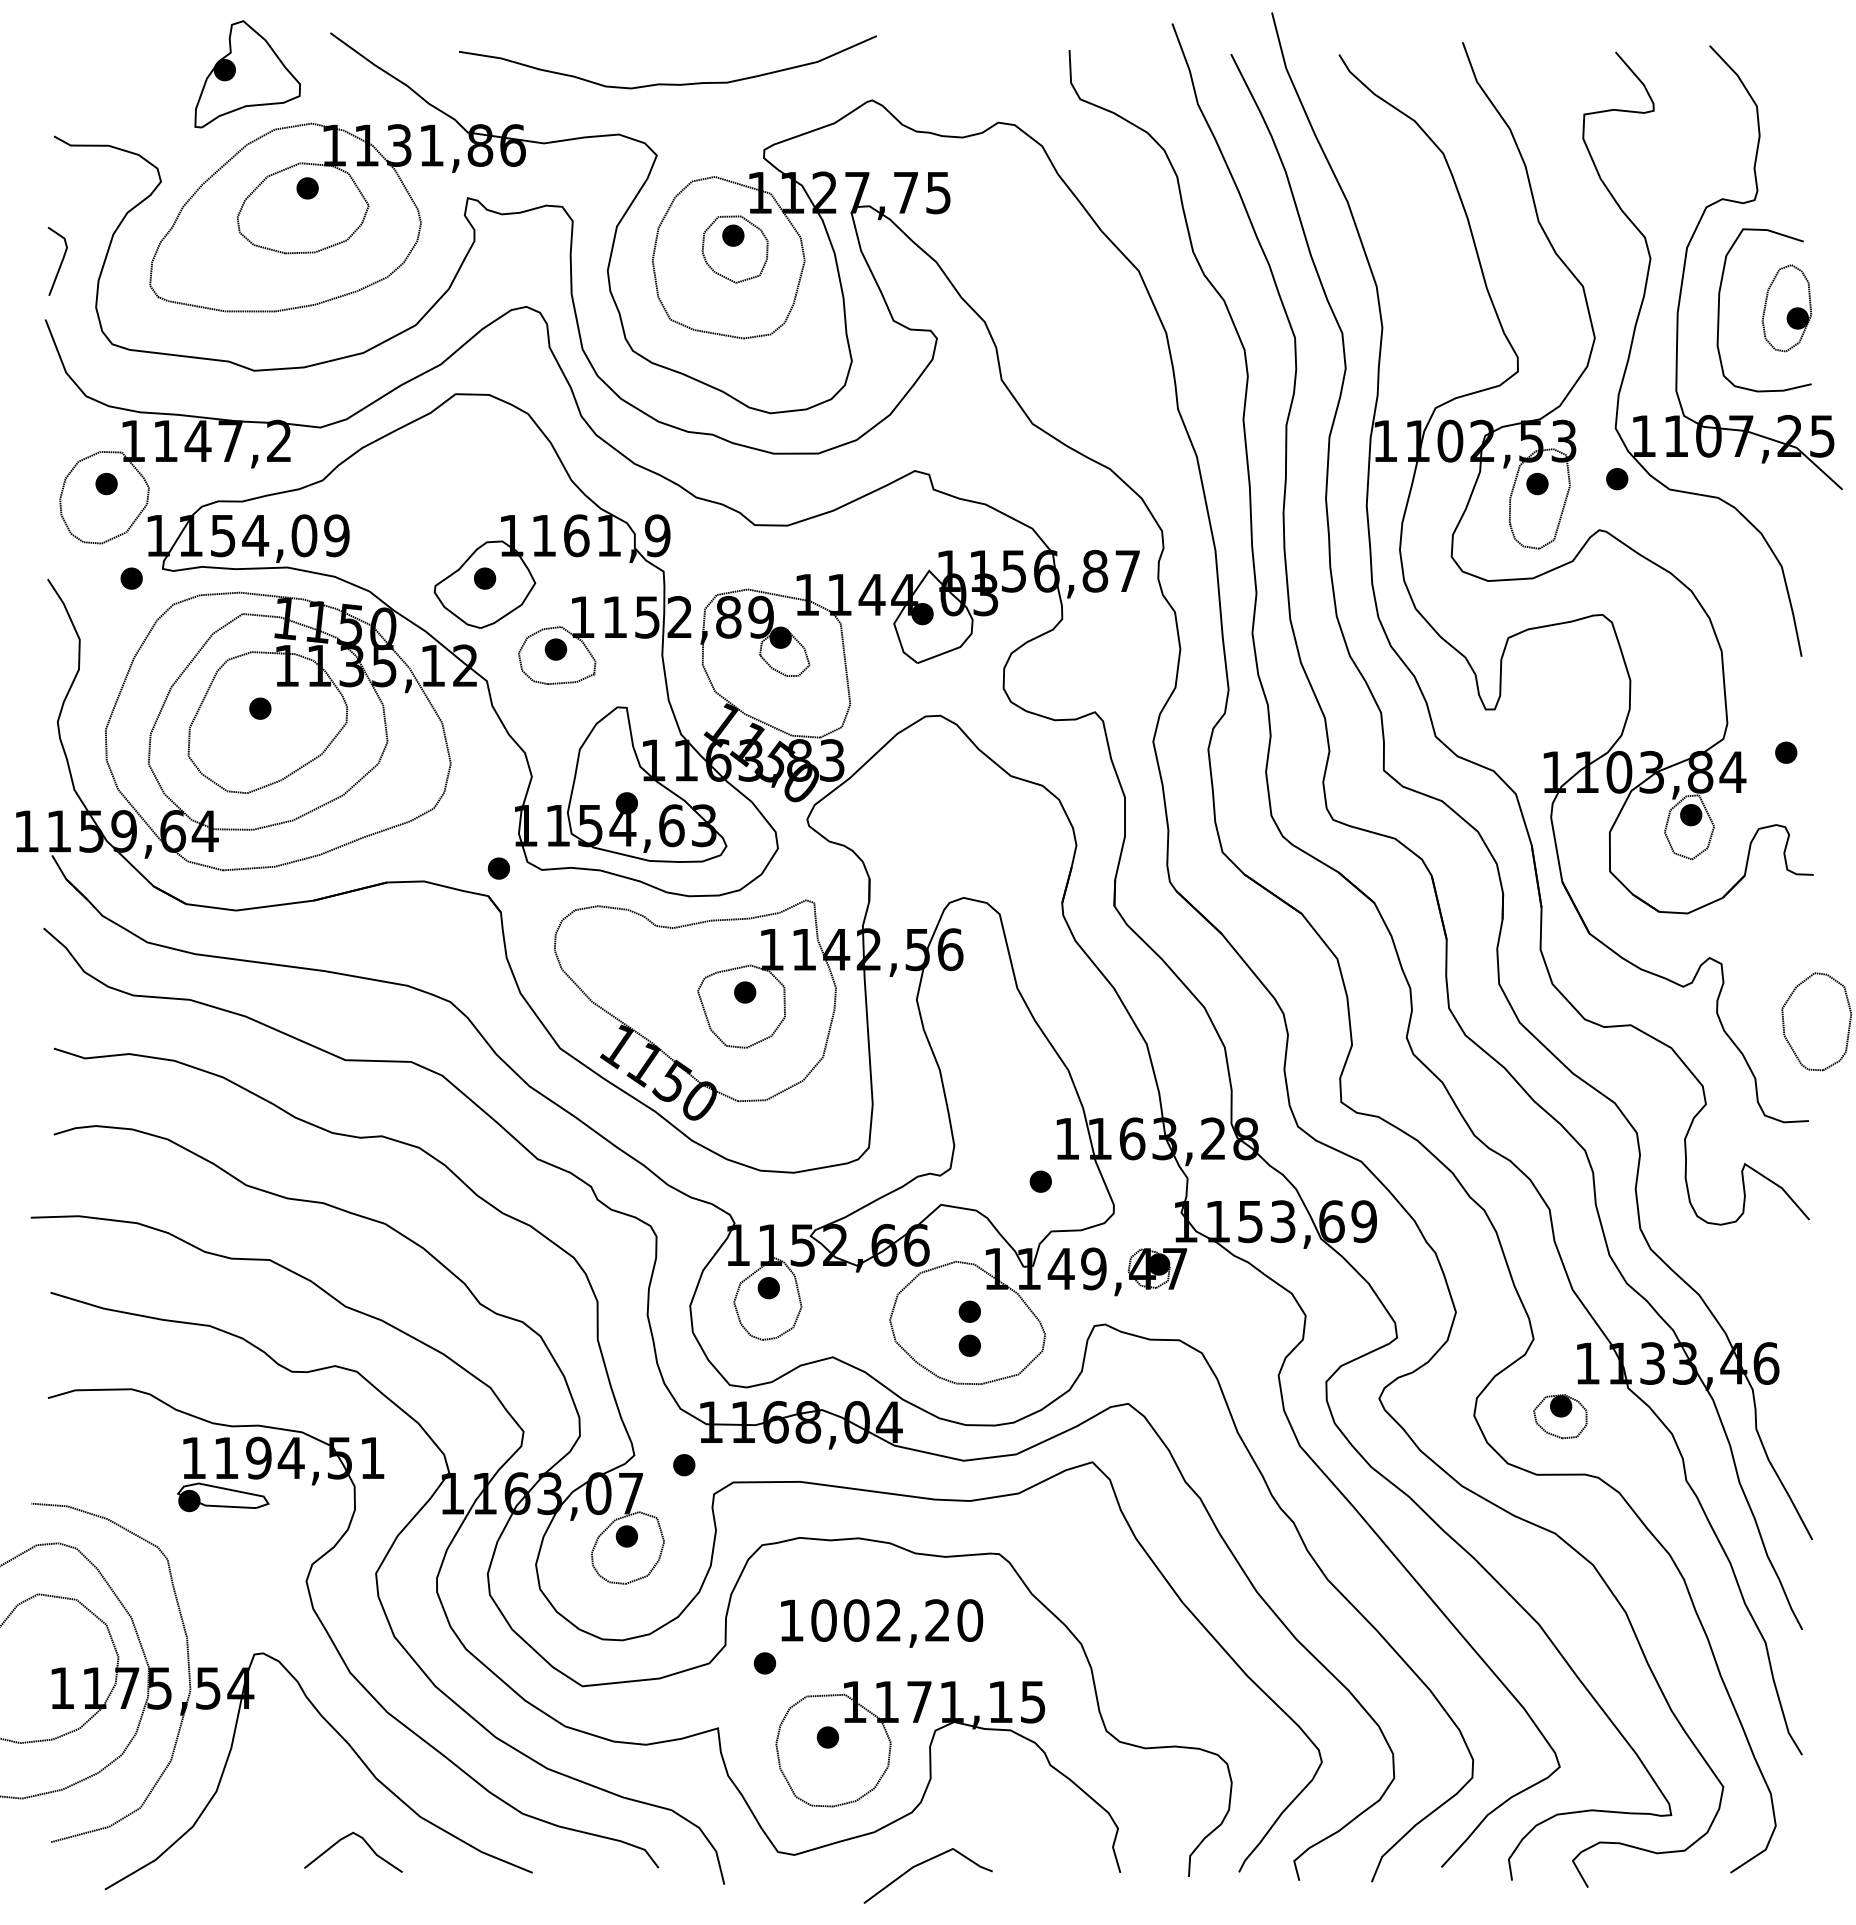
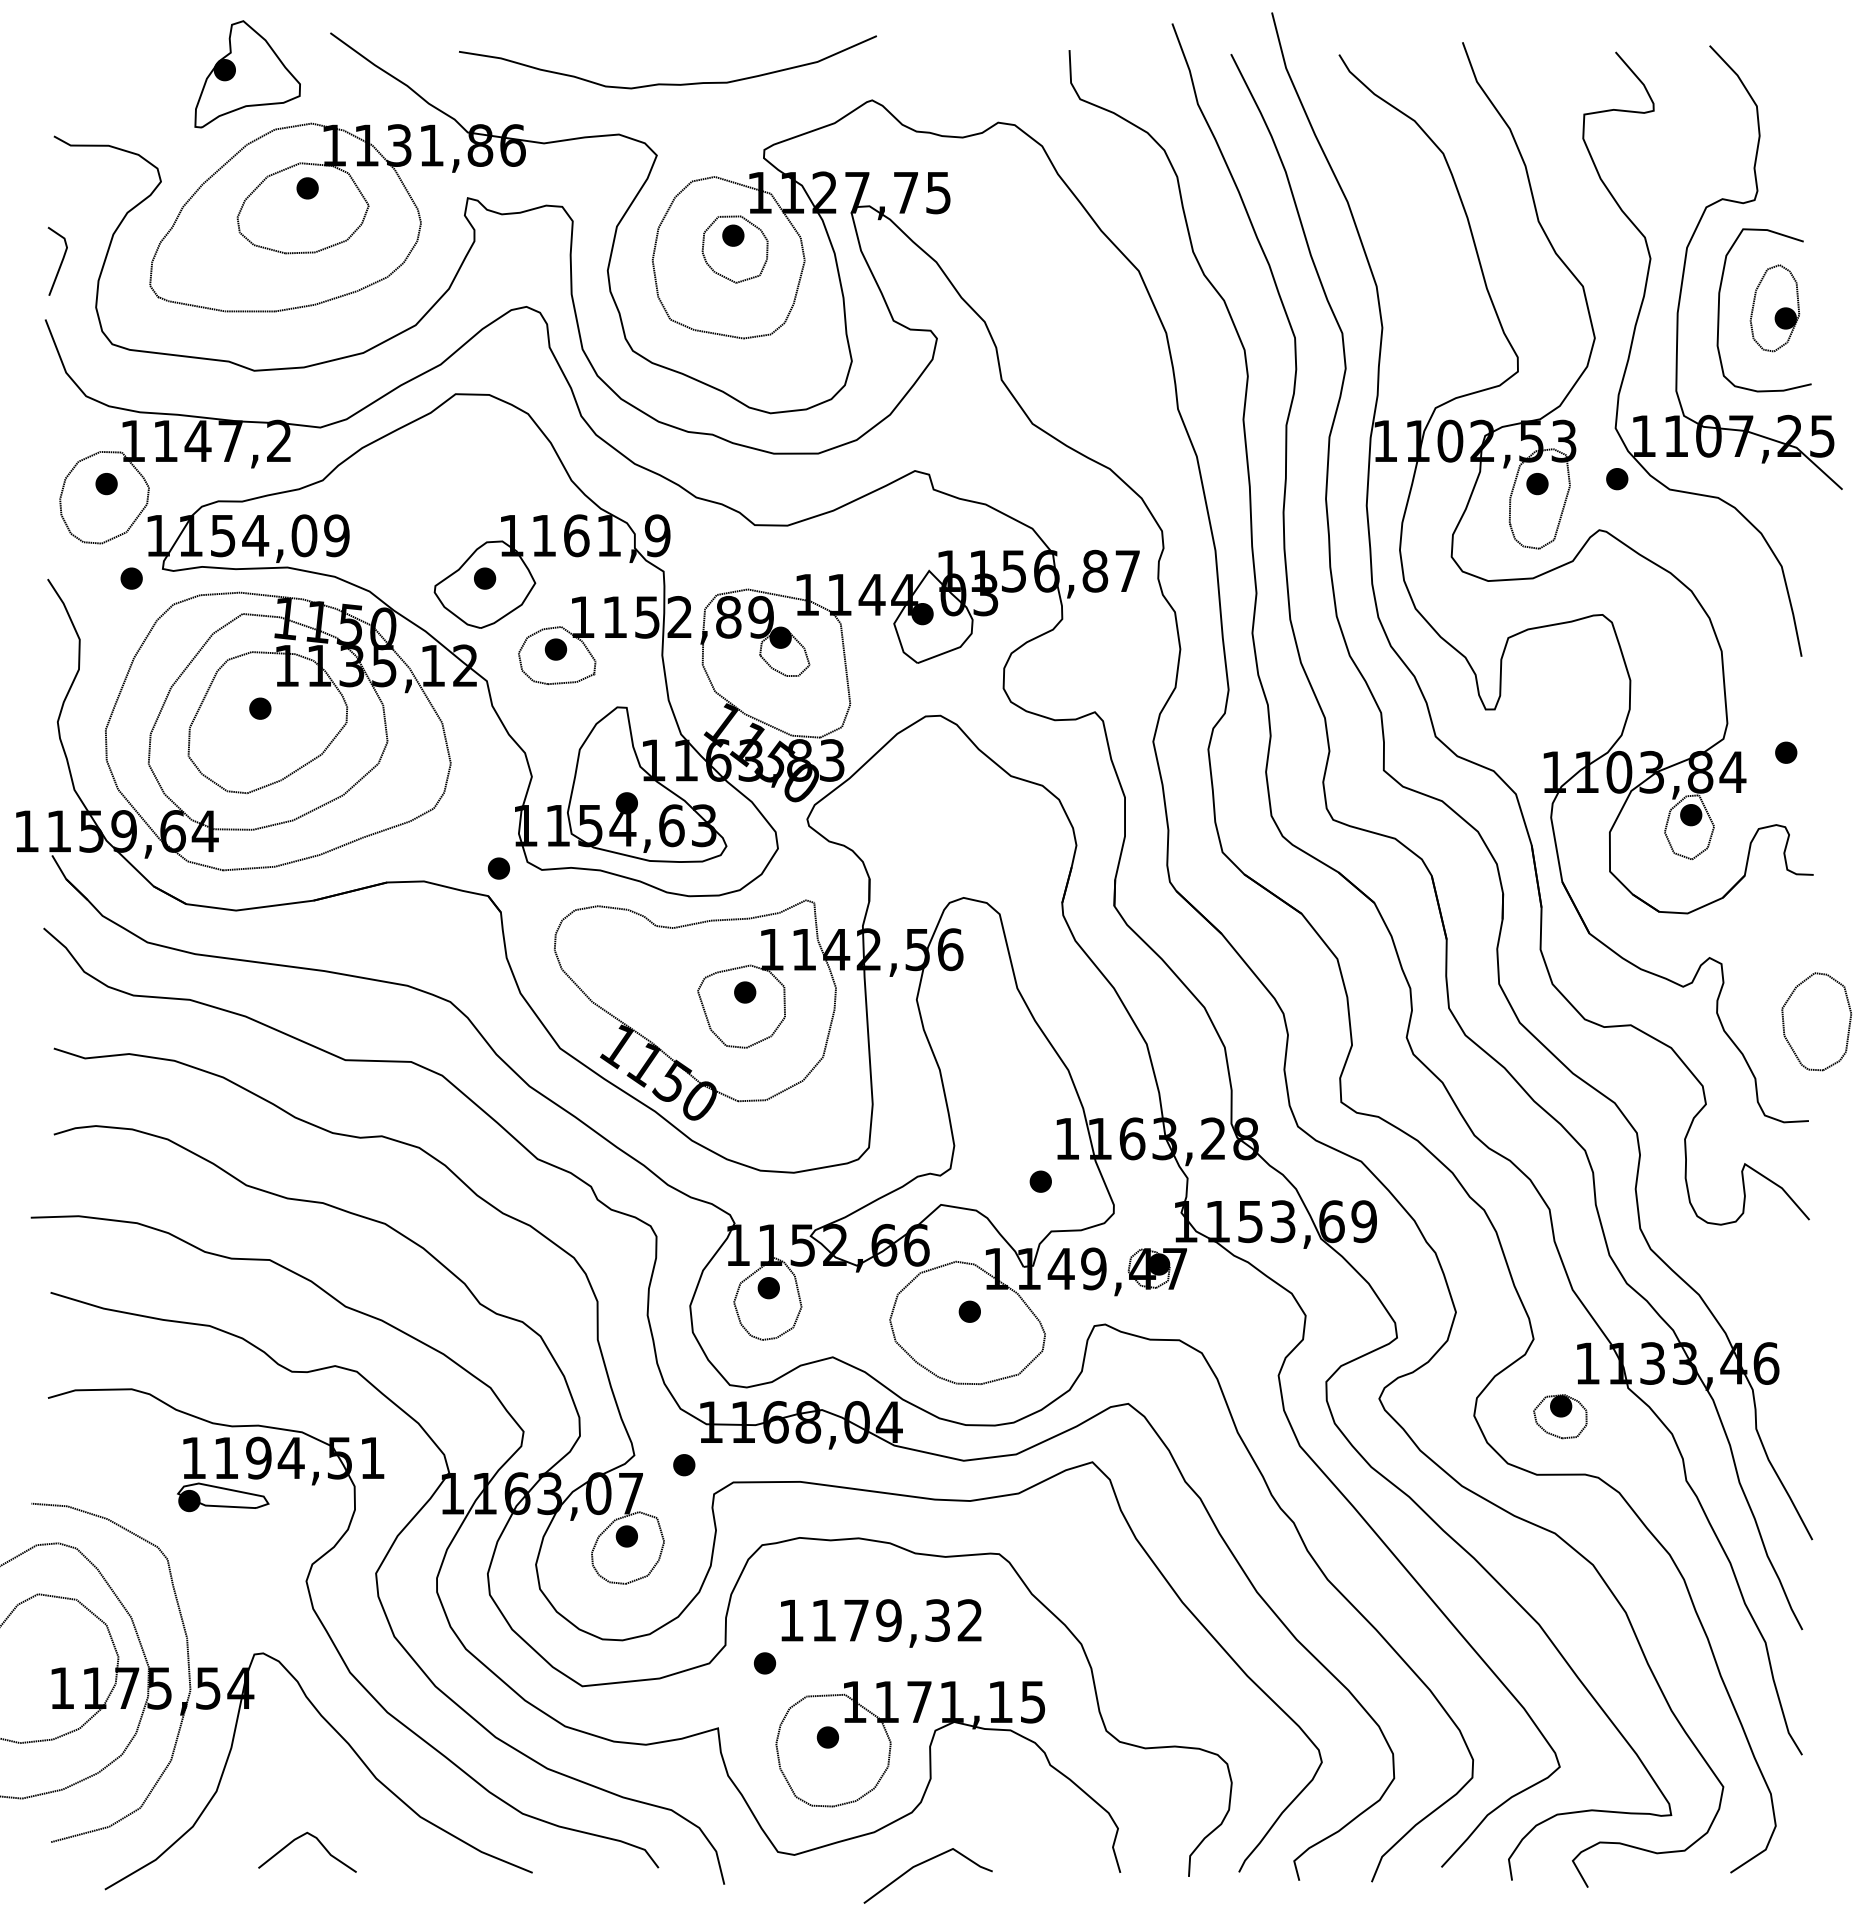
part at (1786, 308) position: (1786, 308) -> (1774, 308)
part at (969, 1345): present -> none
text at (897, 1620): 1002,20 -> 1179,32
curve at (365, 1843) position: (365, 1843) -> (319, 1843)
